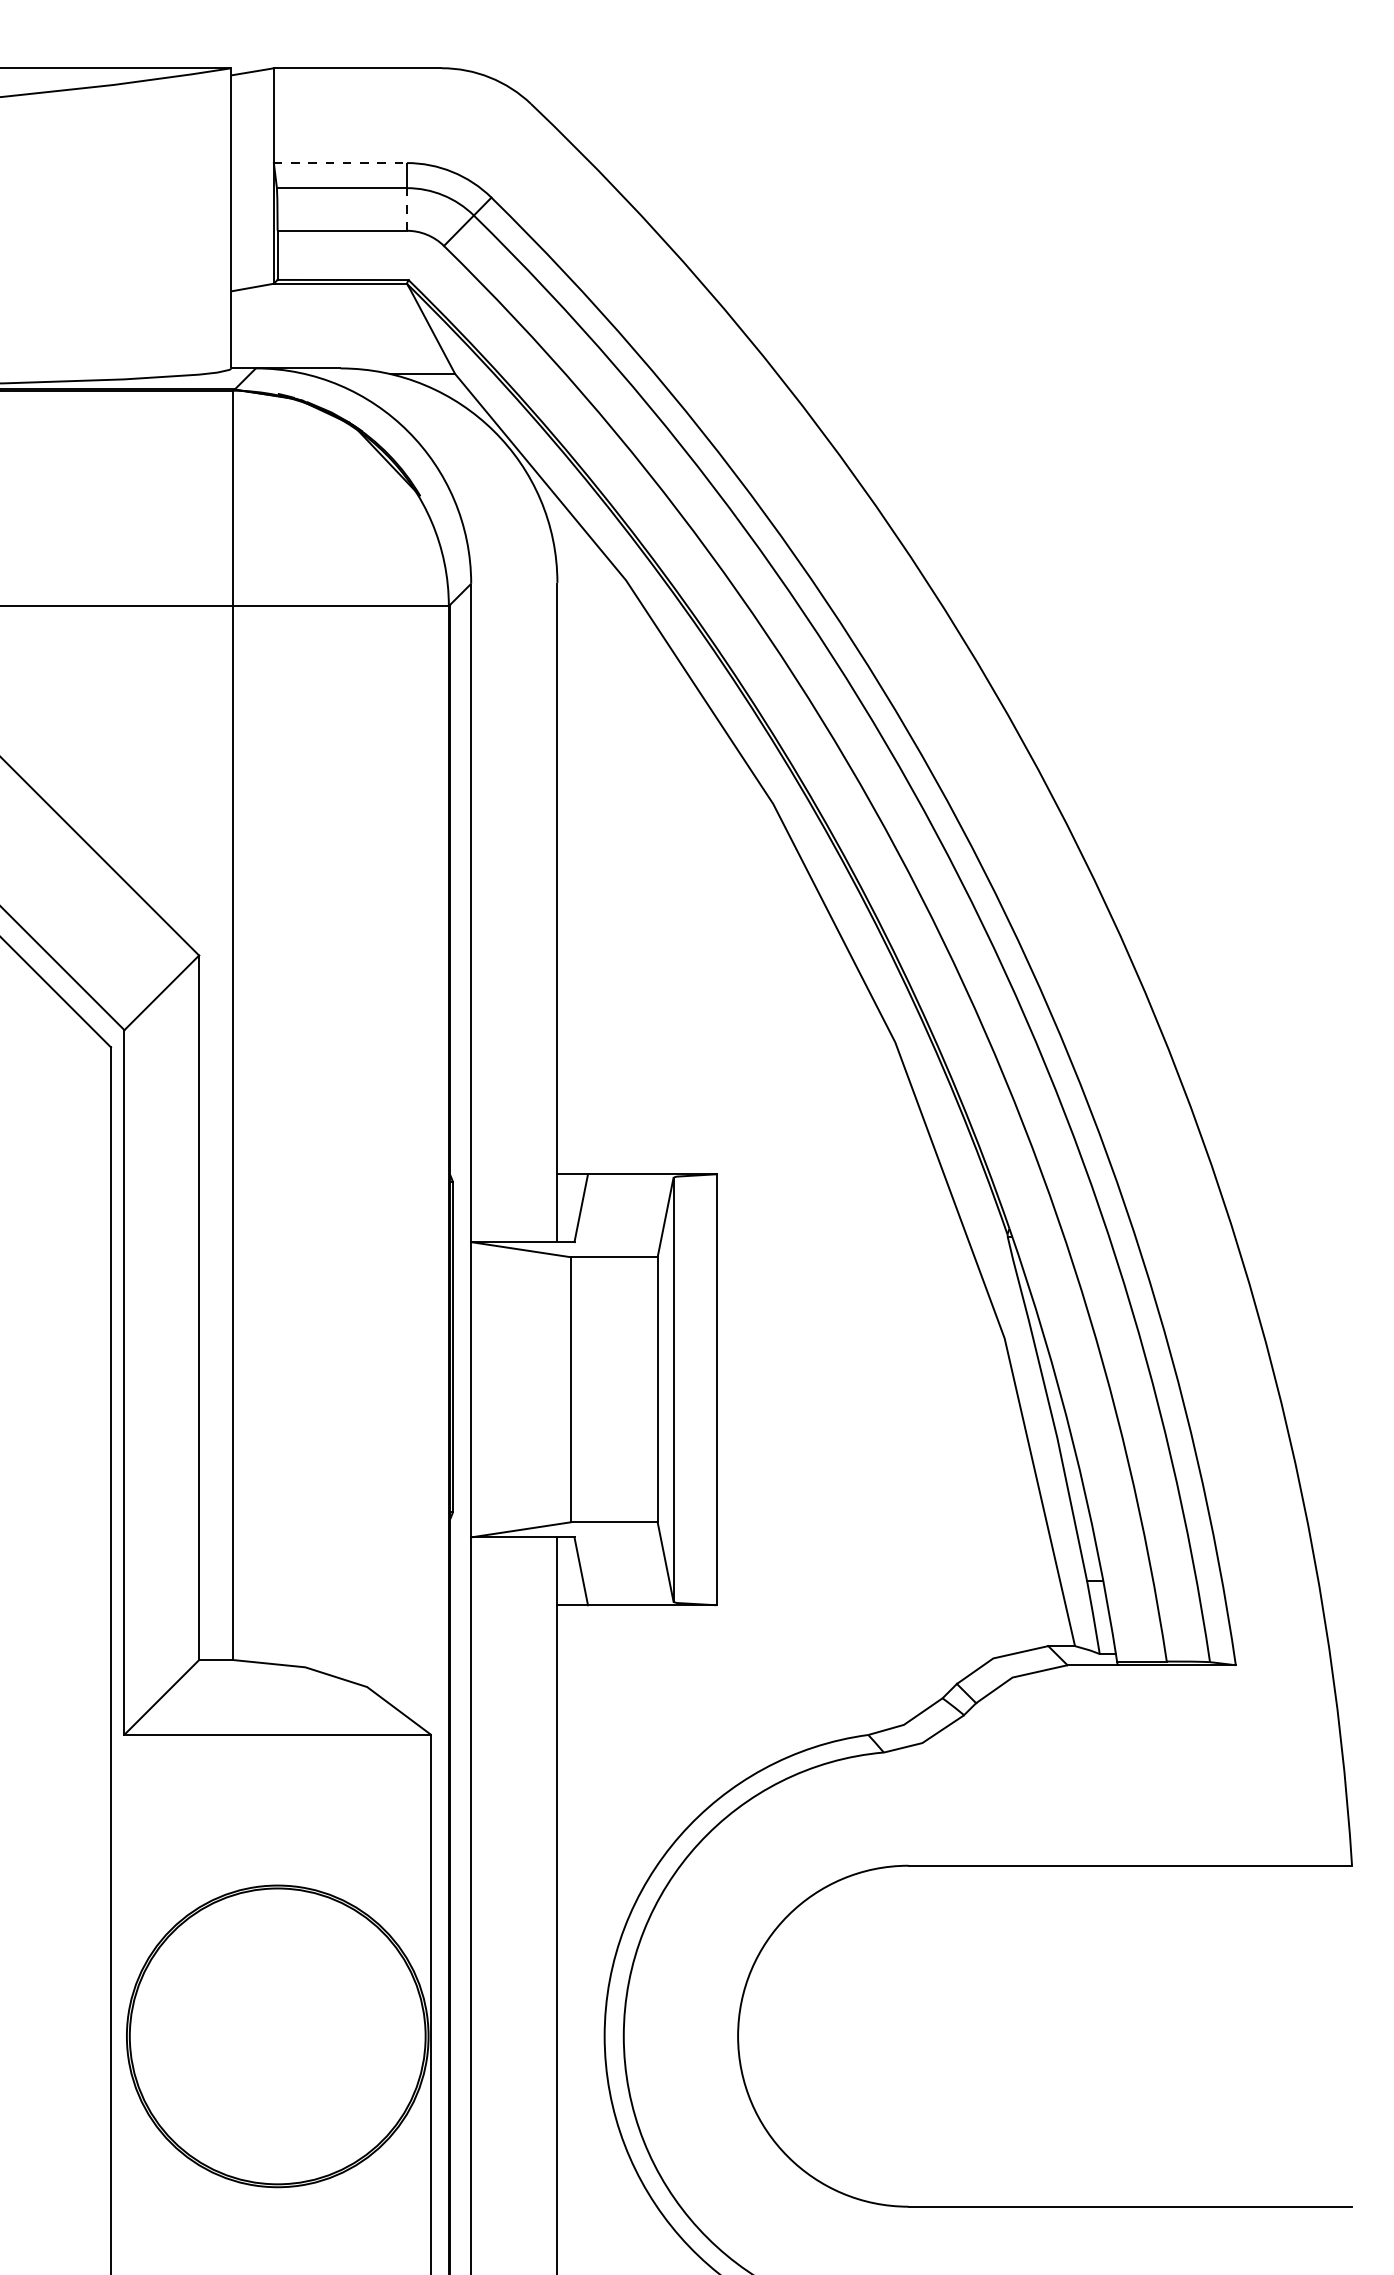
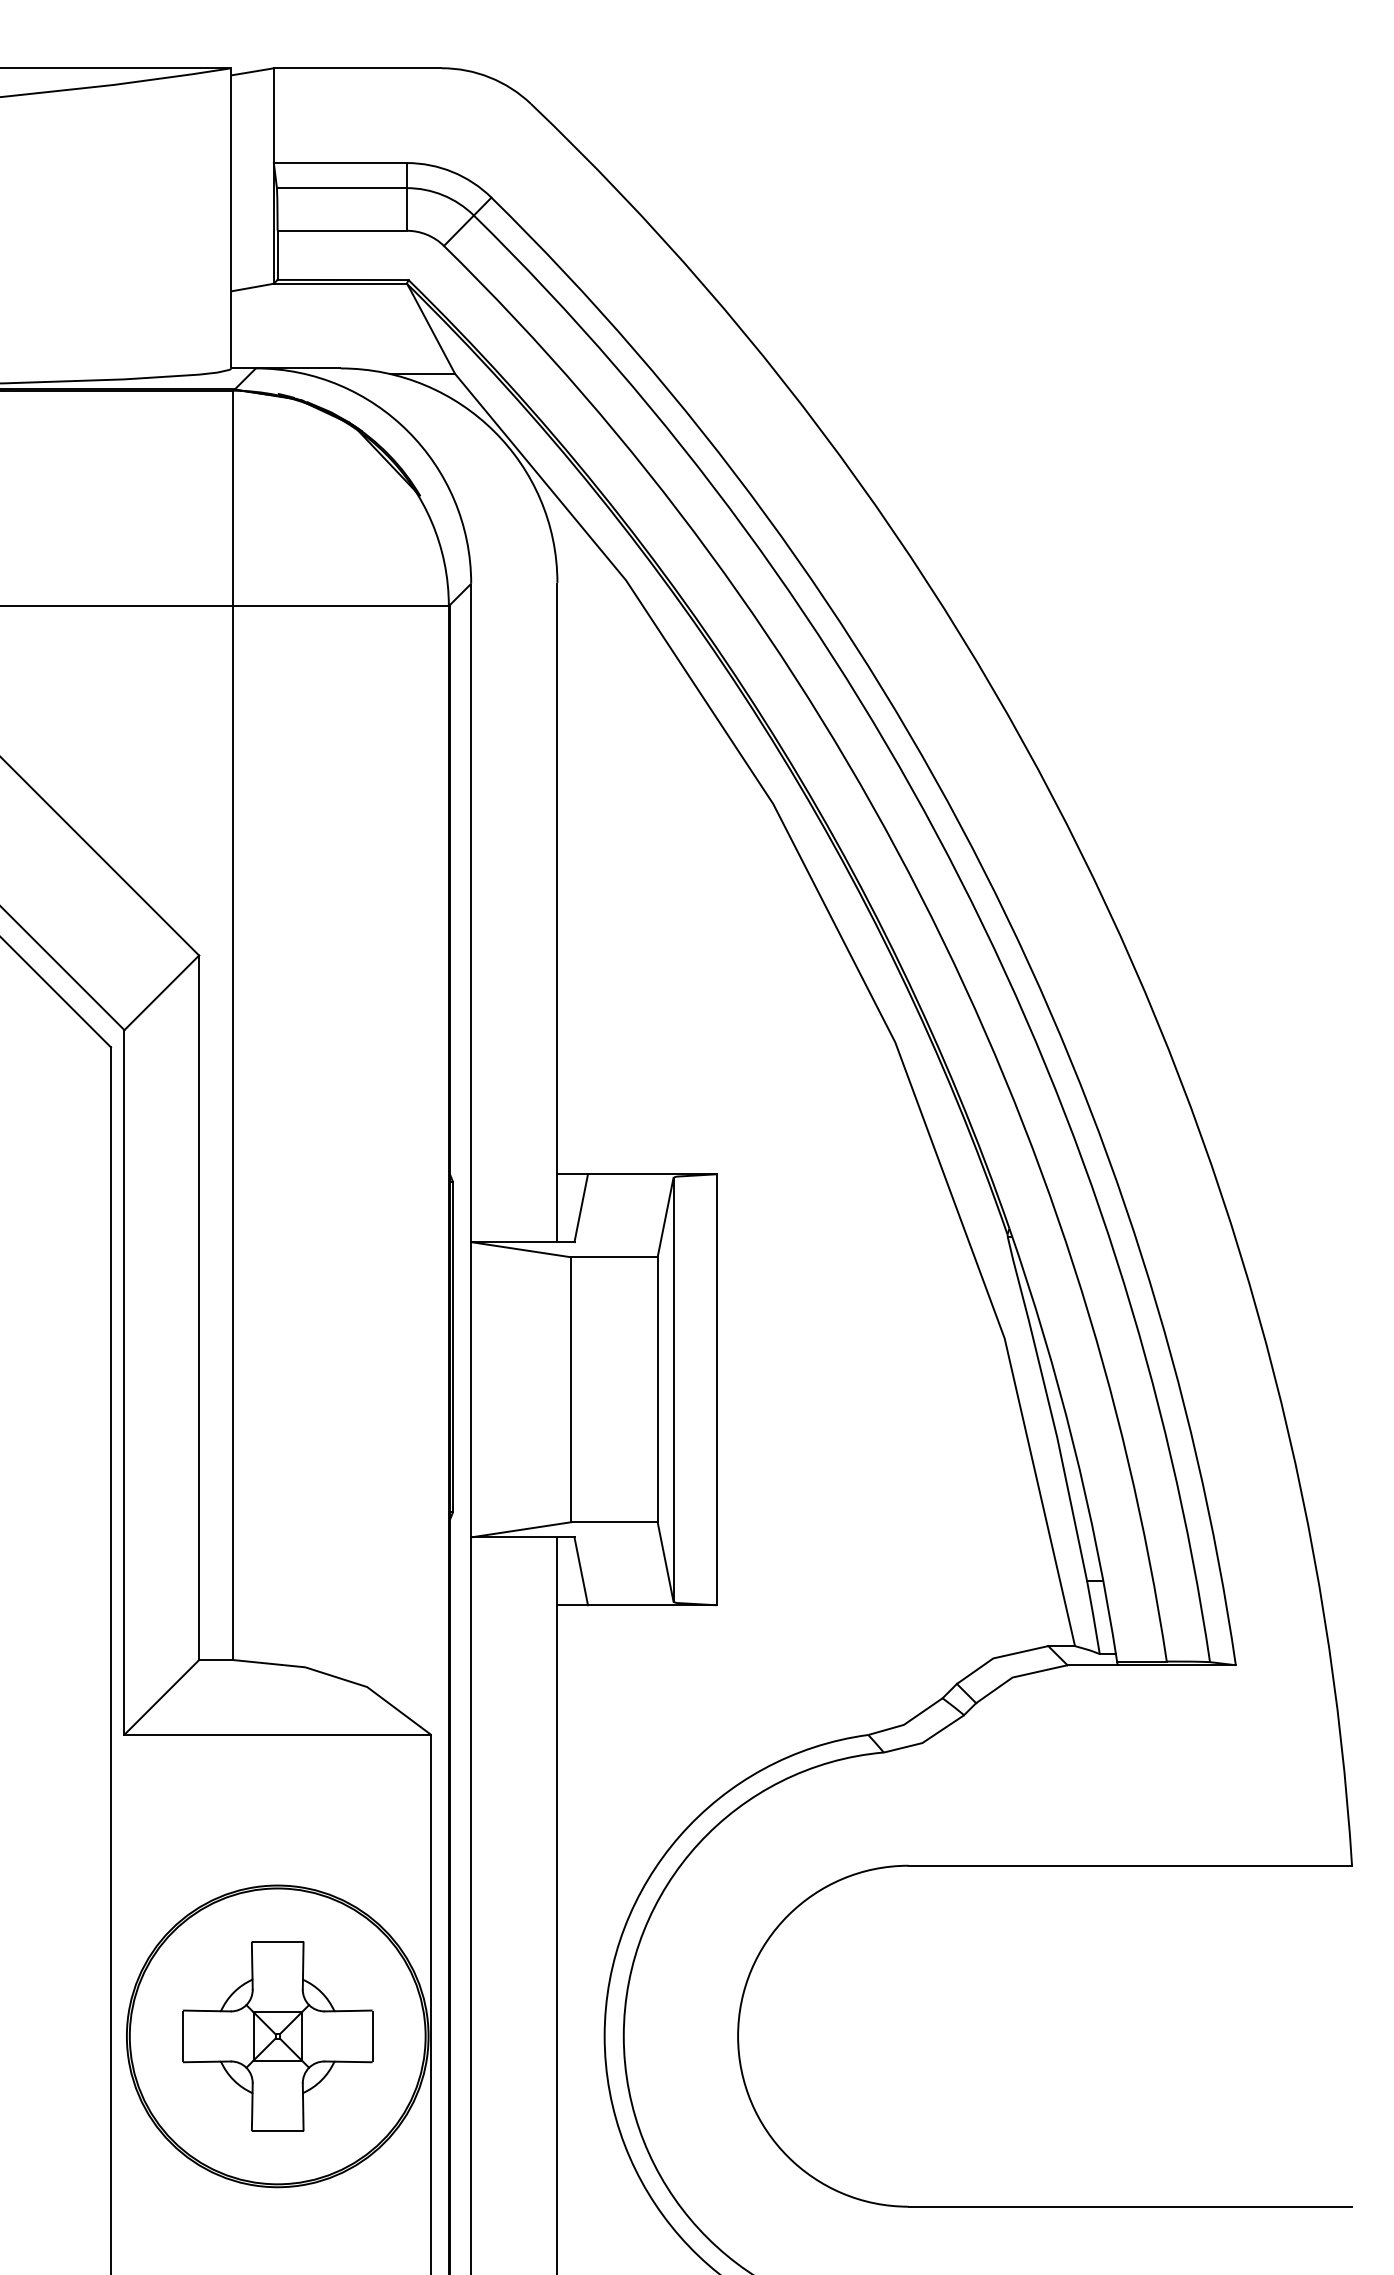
line at (340, 163): dashed -> solid
line at (406, 208): dashed -> solid
part at (277, 2036): none -> present
